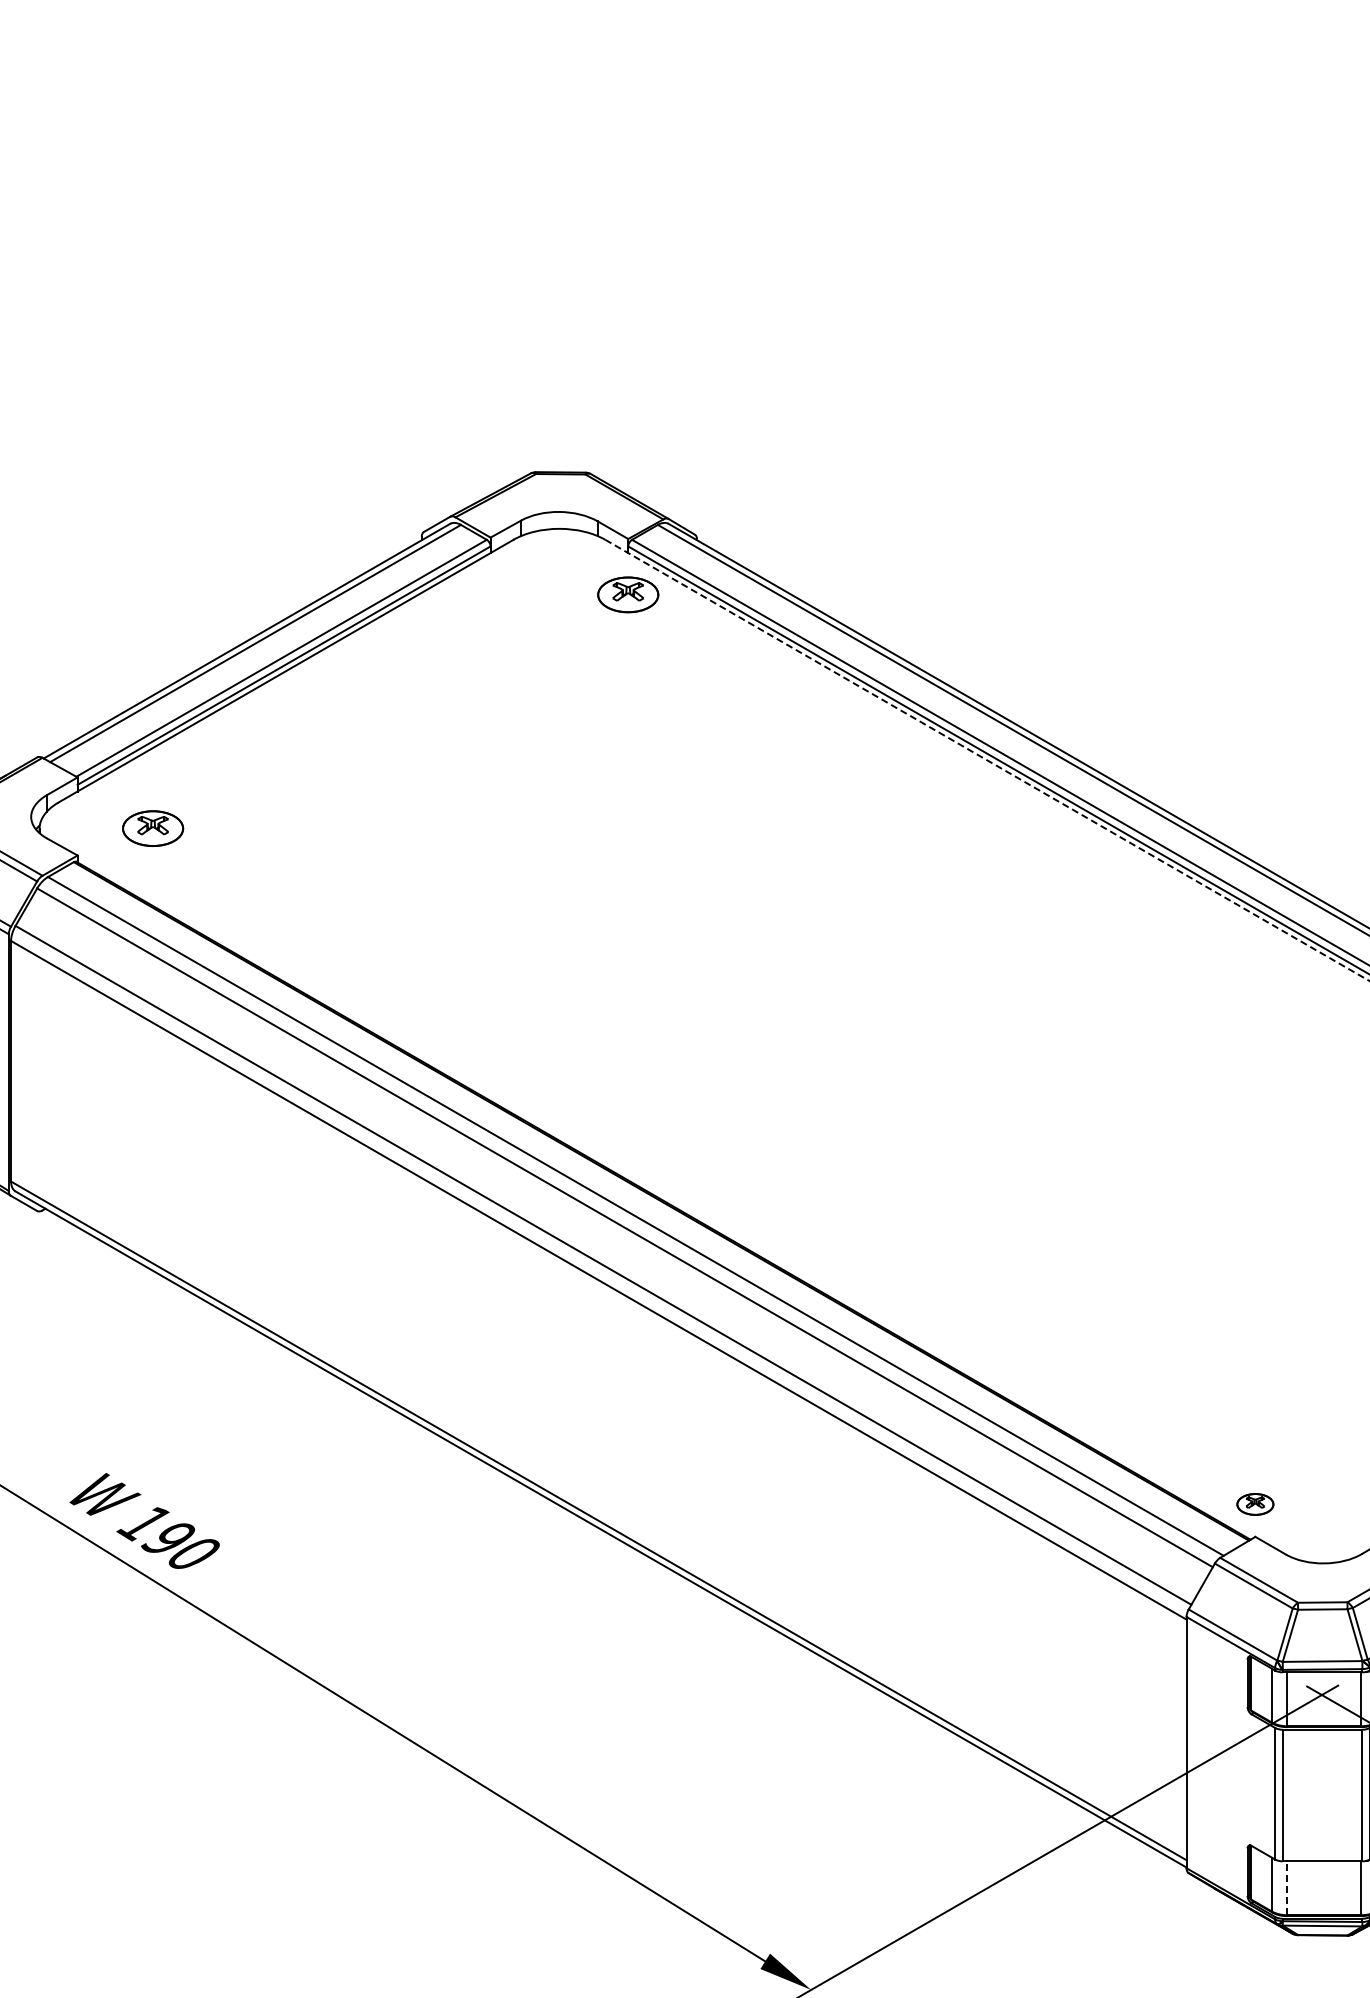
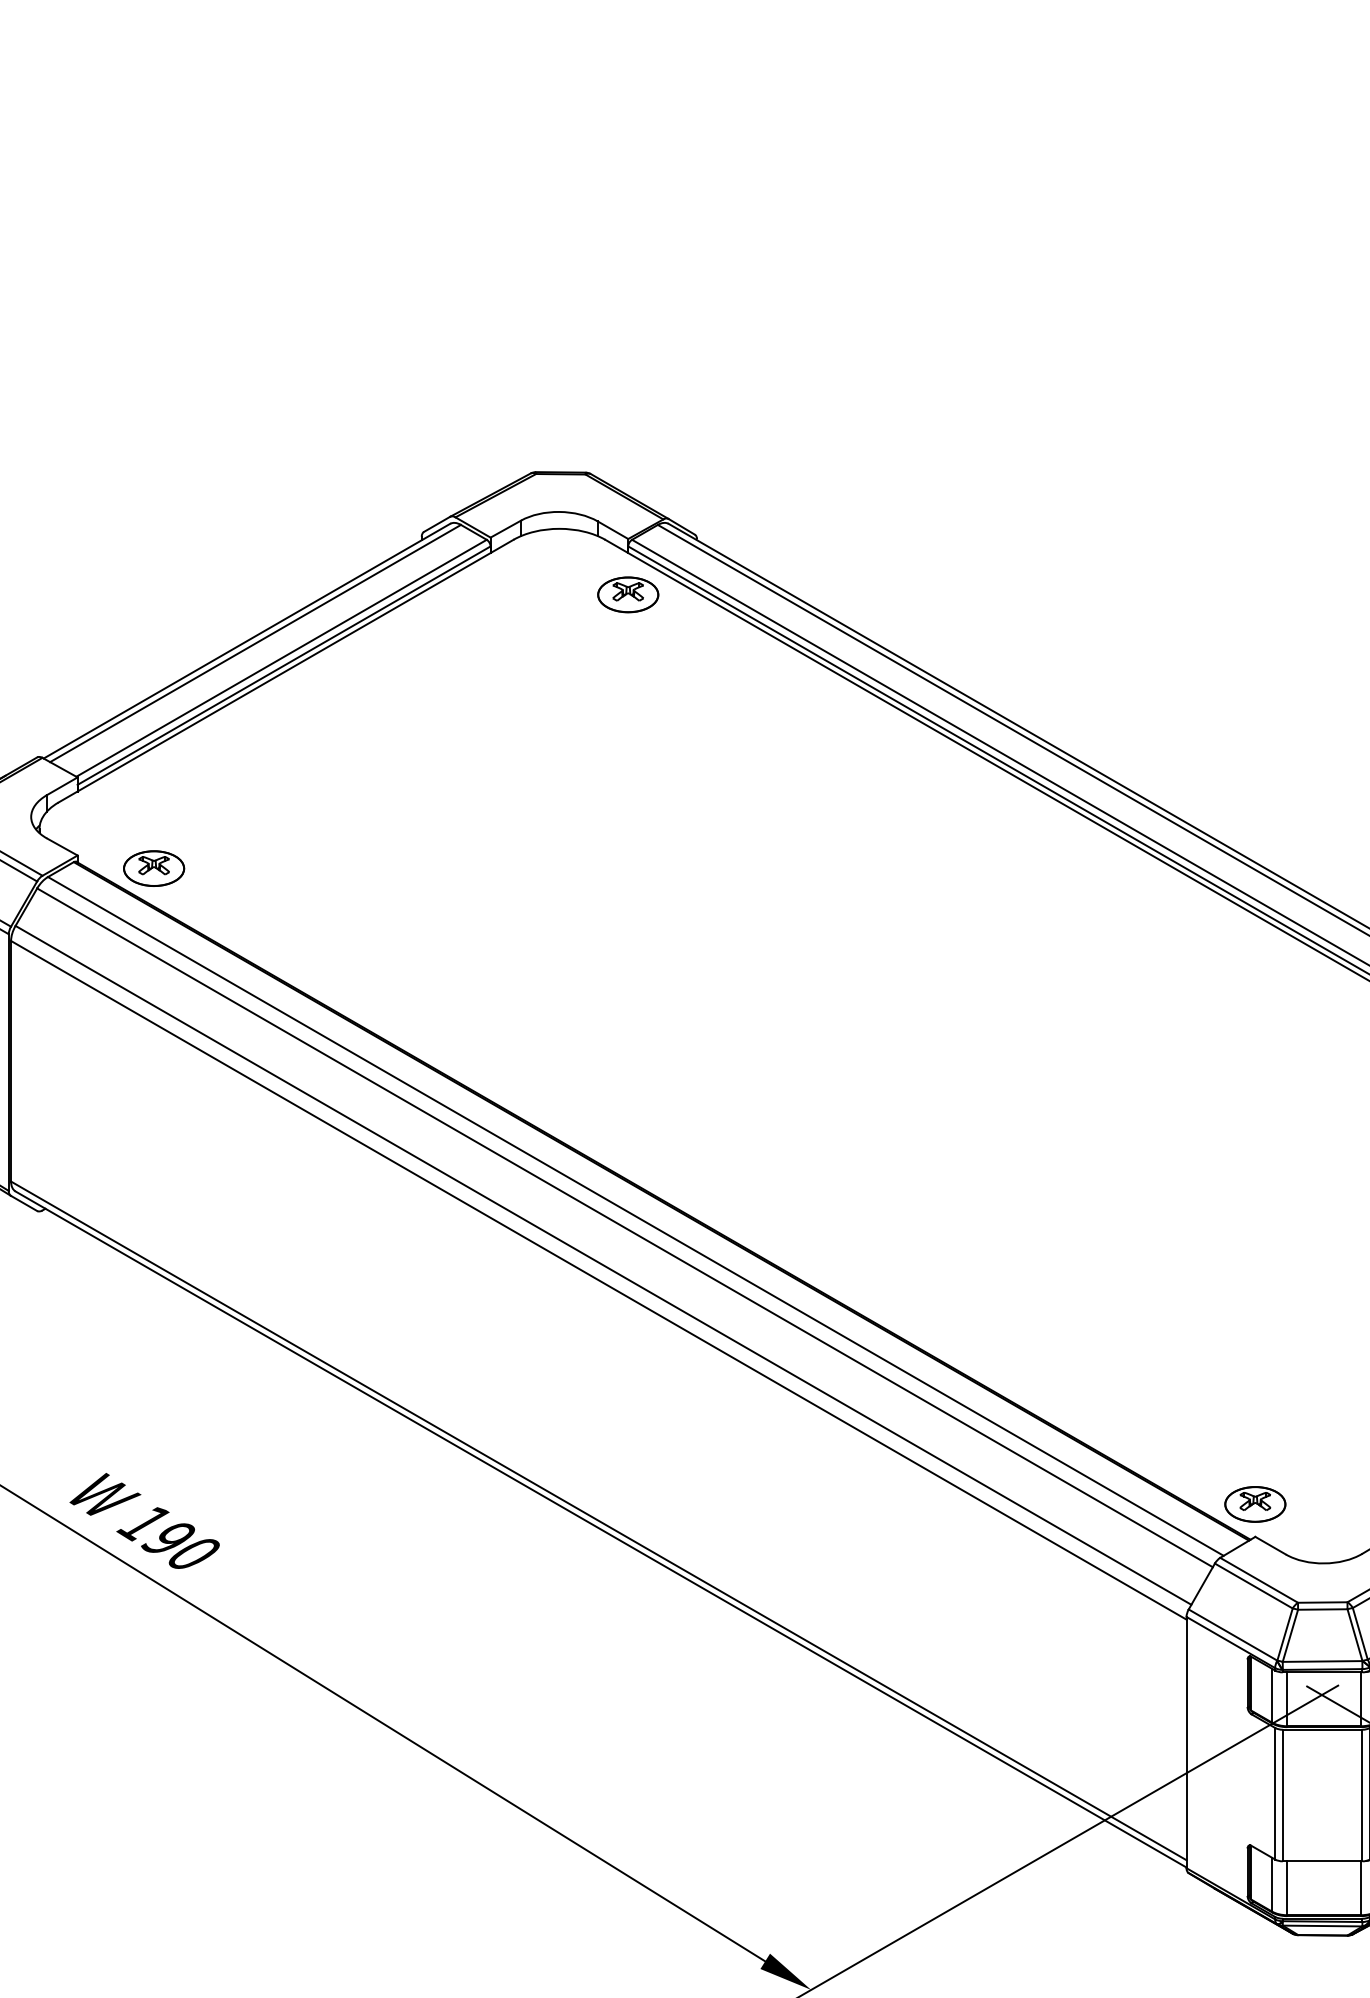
line at (987, 760): dashed -> solid
part at (153, 828) position: (153, 828) -> (154, 868)
part at (1255, 1504) size: 39x23 px -> 63x37 px
line at (1287, 1888): dashed -> solid
